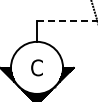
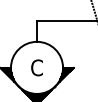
line at (67, 21): dashed -> solid
